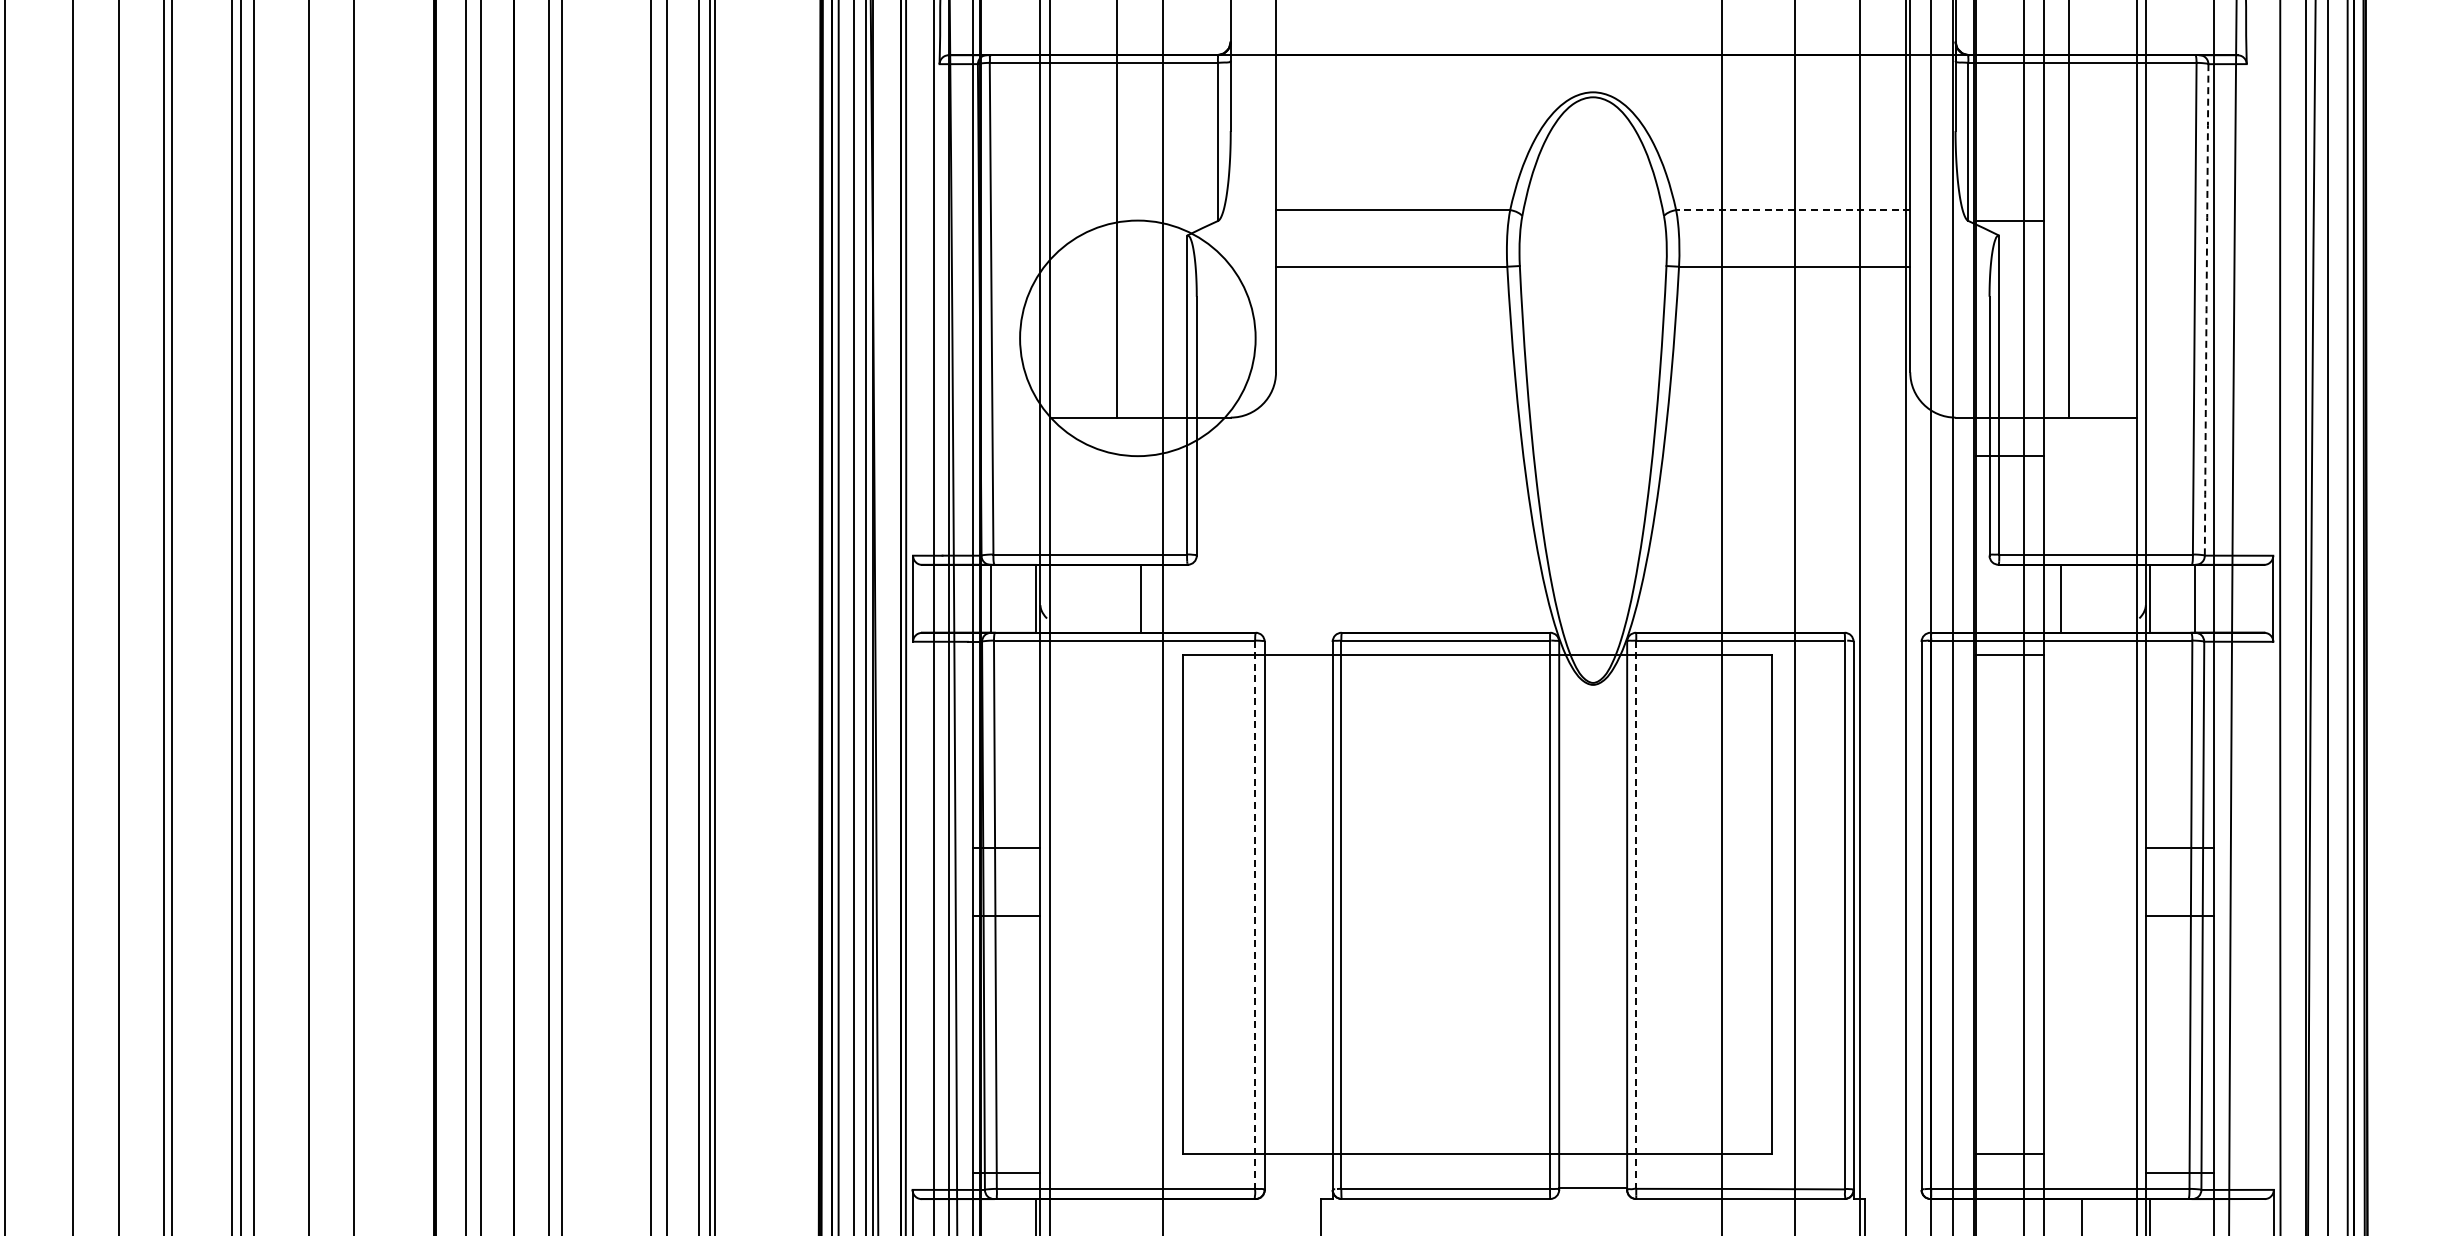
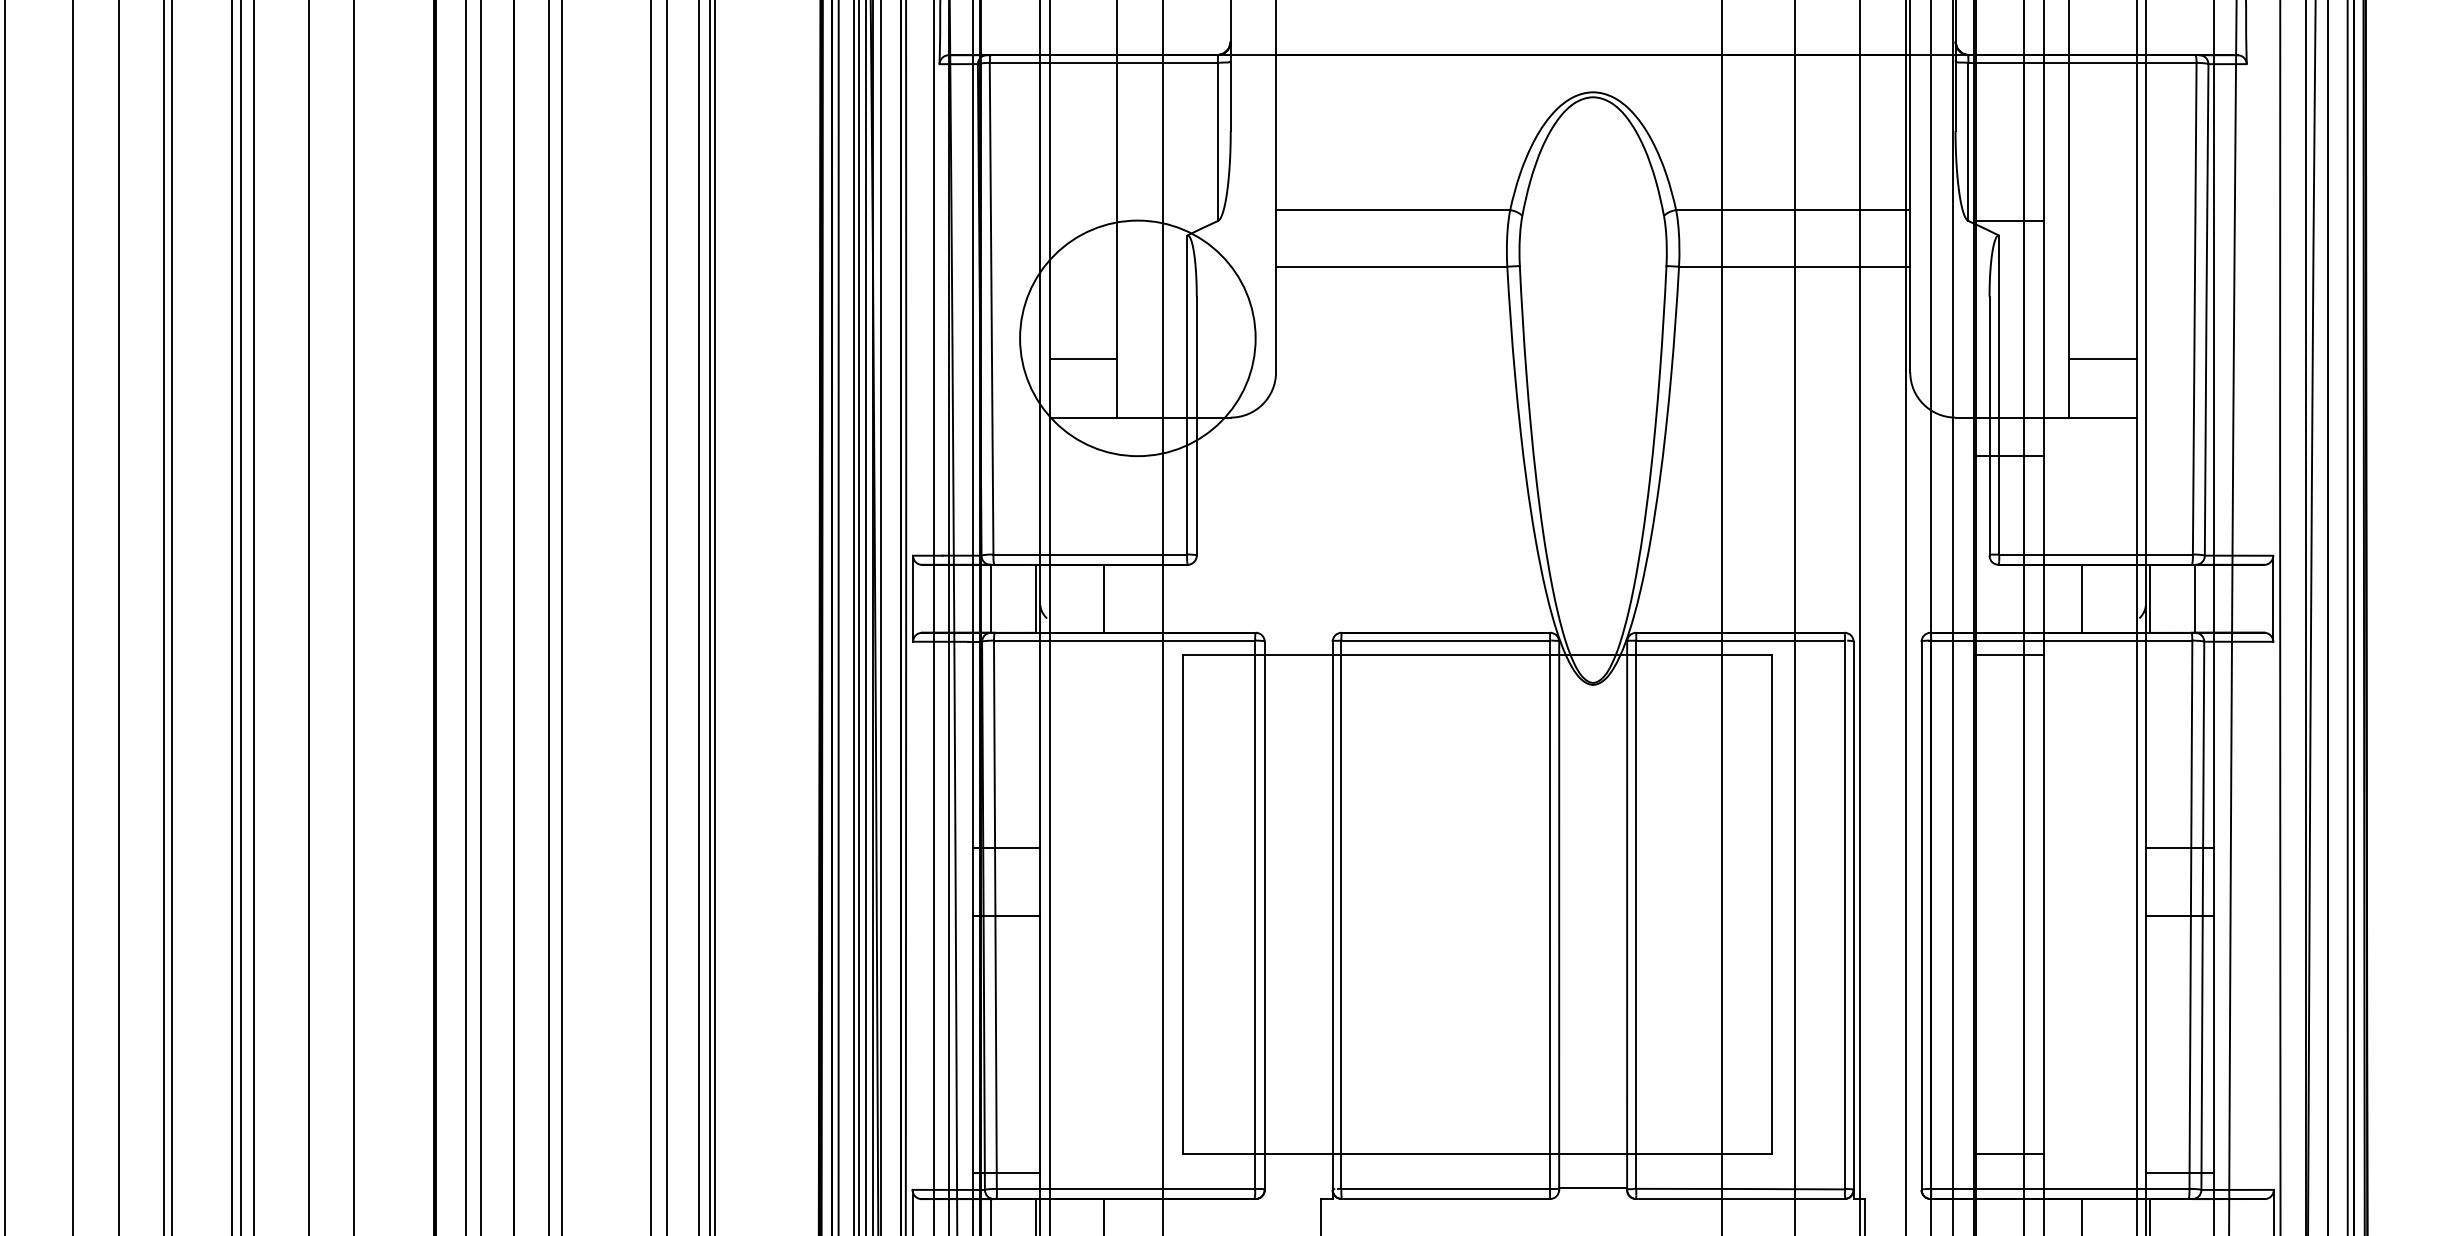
line at (1792, 210): dashed -> solid
arc at (2206, 309): dashed -> solid
line at (1083, 359): none -> present
line at (2102, 359): none -> present
line at (1140, 598) position: (1140, 598) -> (1103, 598)
line at (2061, 598) position: (2061, 598) -> (2082, 598)
line at (858, 617): none -> present
line at (880, 617): none -> present
line at (1255, 915): dashed -> solid
line at (1636, 915): dashed -> solid
line at (990, 1215): none -> present
line at (1103, 1215): none -> present
